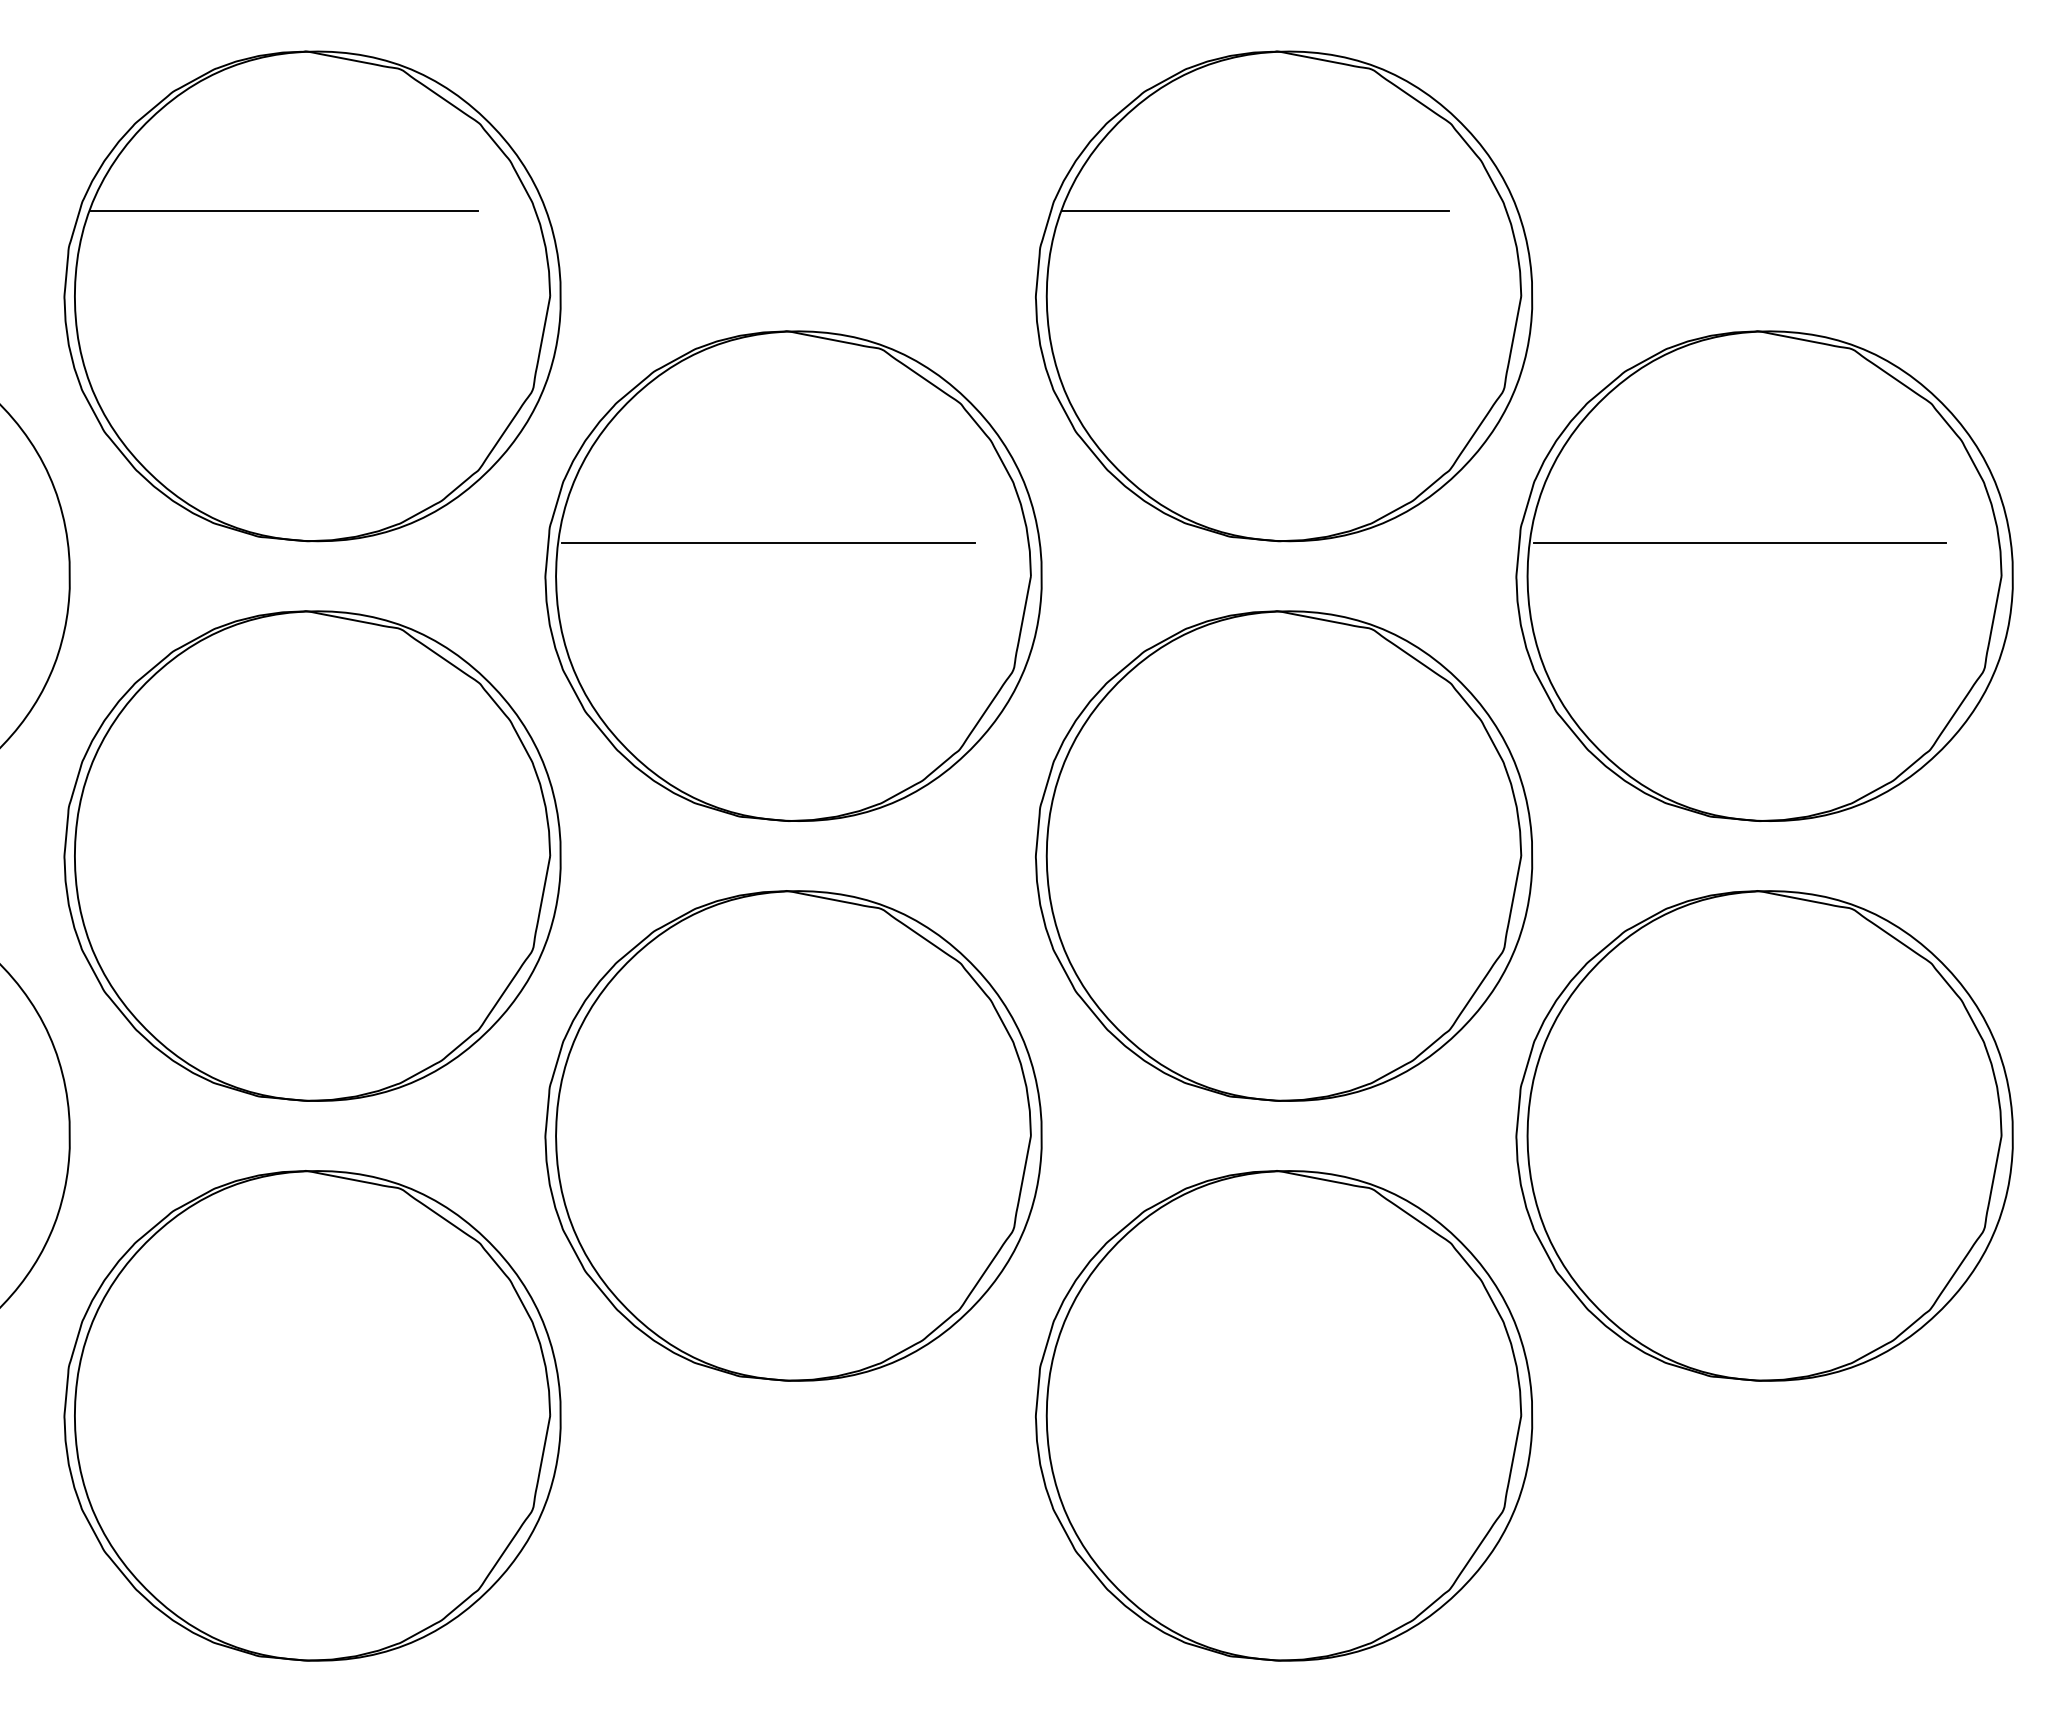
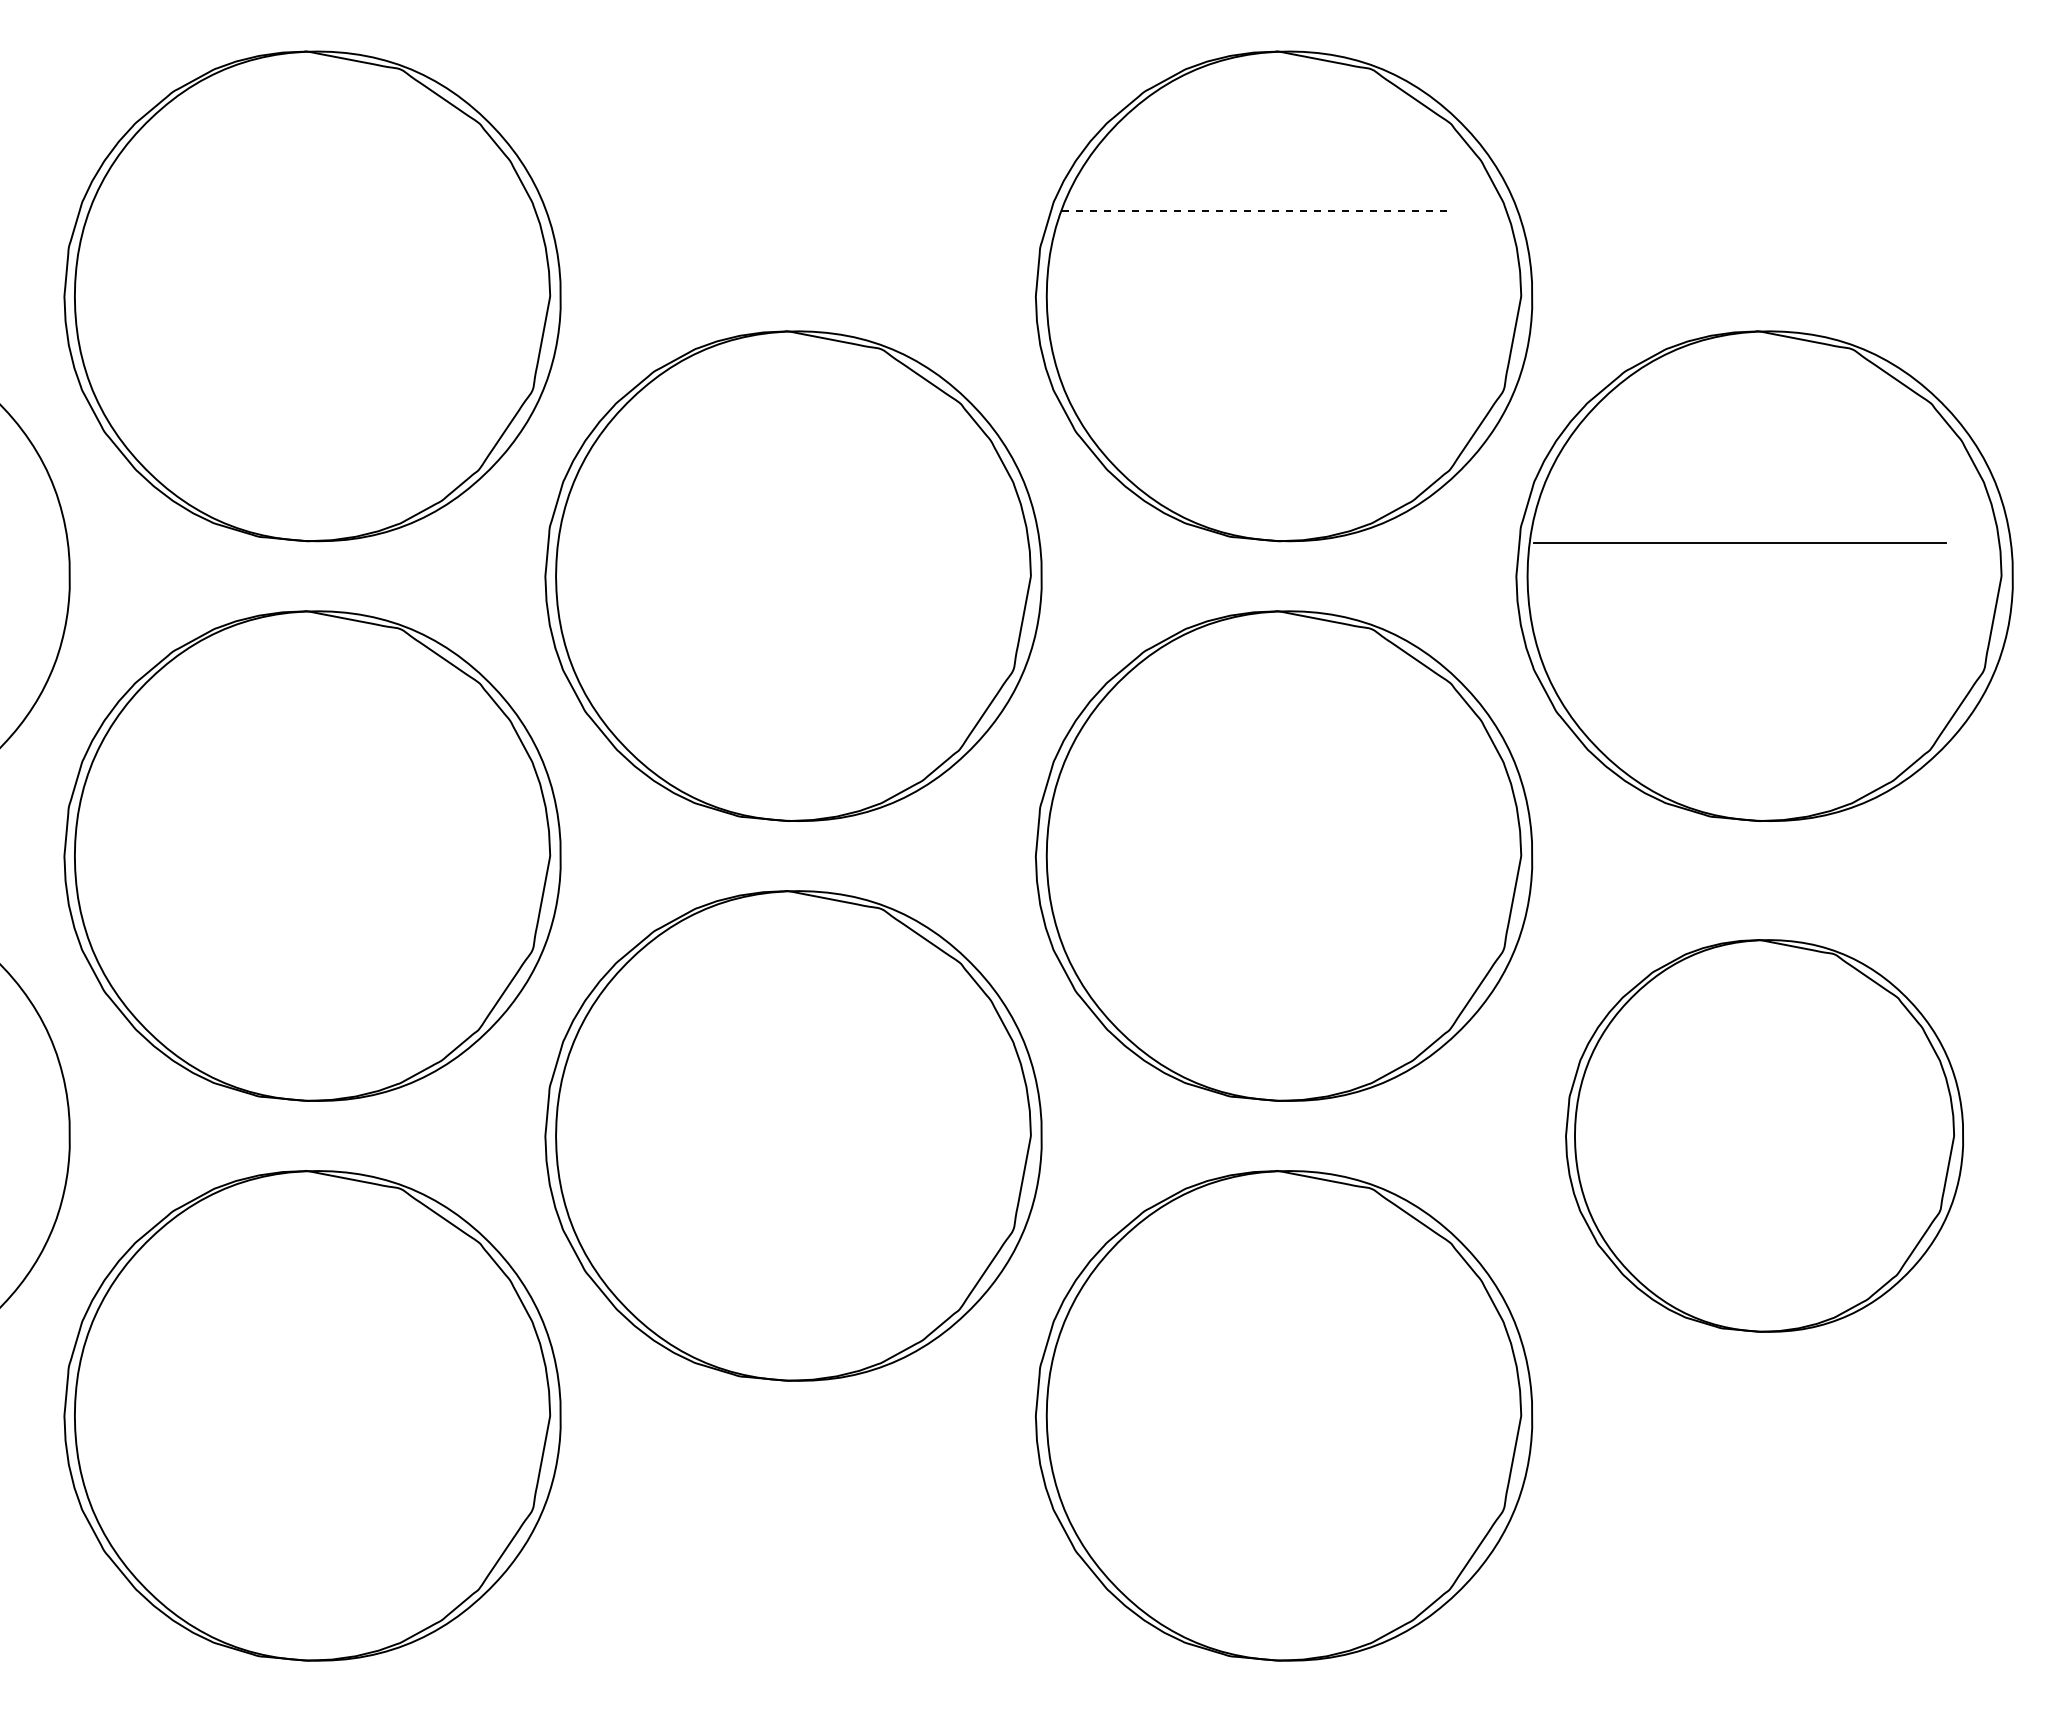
line at (284, 210): present -> none
line at (1256, 210): solid -> dashed
line at (768, 542): present -> none
part at (1764, 1135) size: 499x492 px -> 399x394 px
